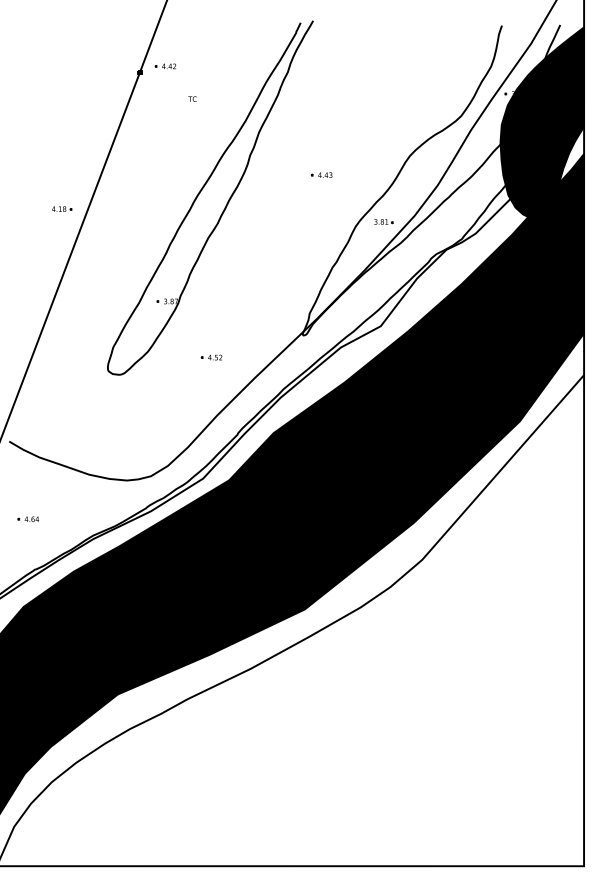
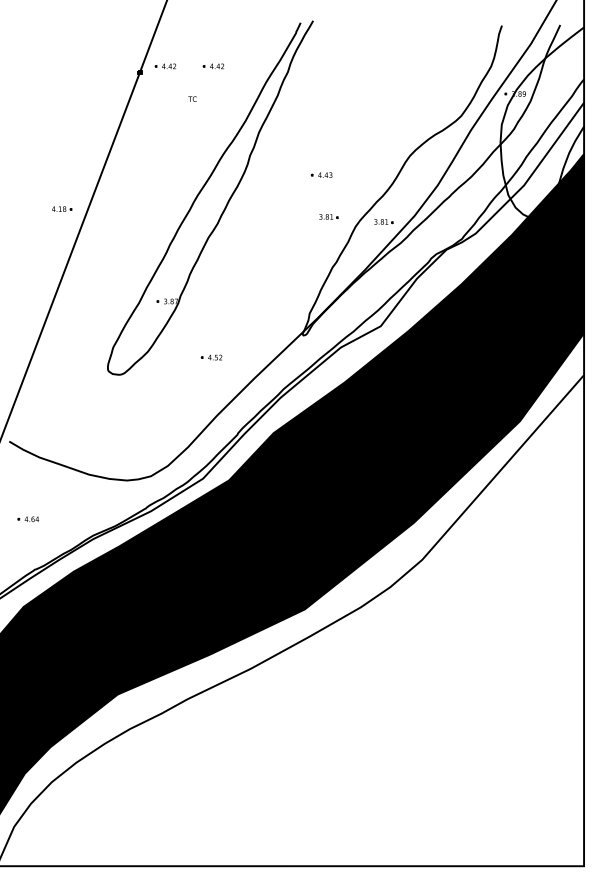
part at (212, 66): none -> present
fill at (542, 122): present -> none
part at (328, 216): none -> present
